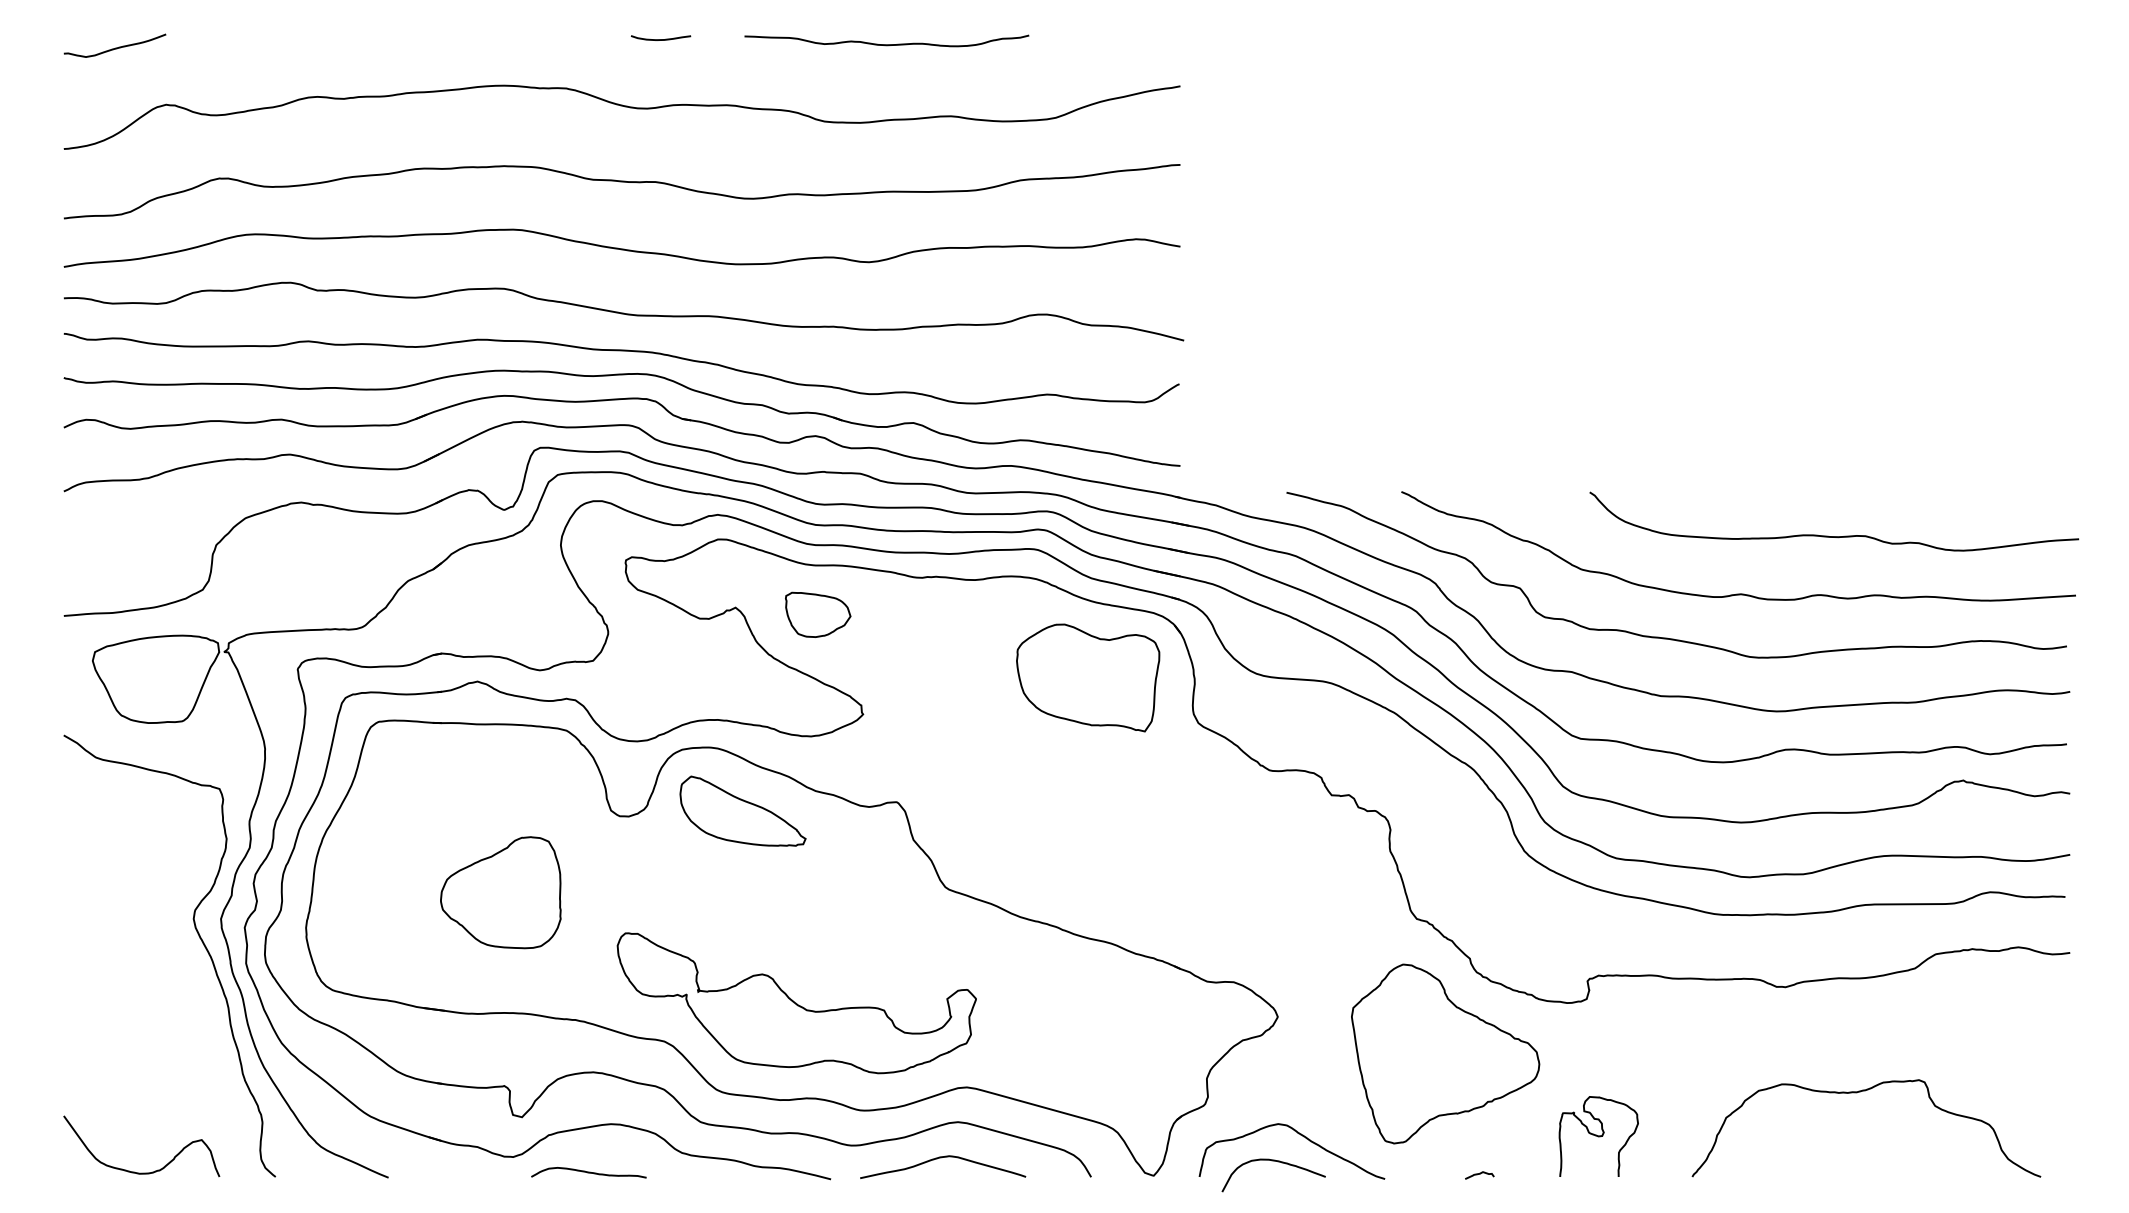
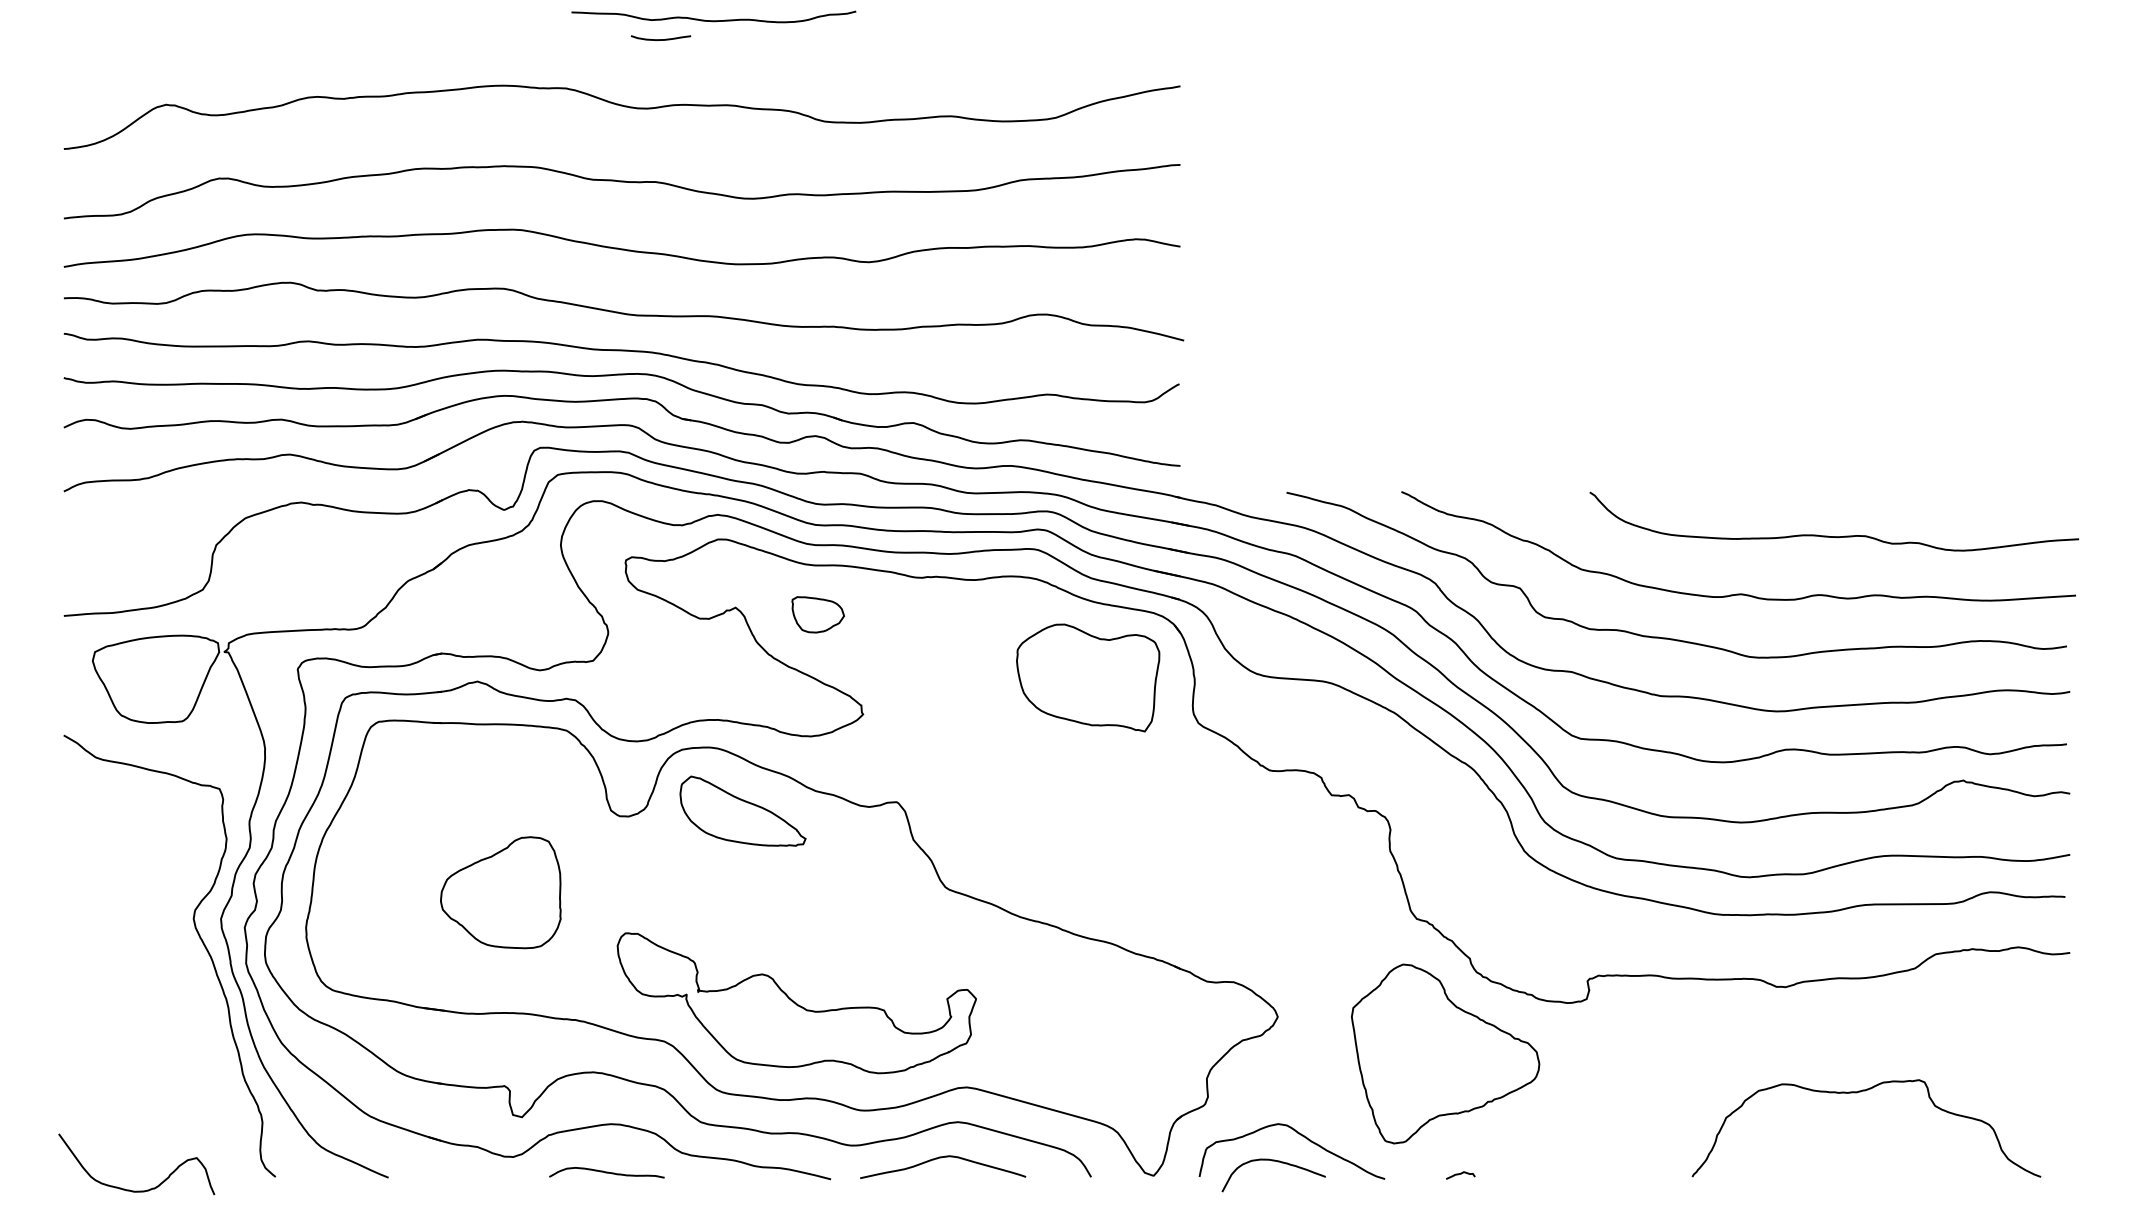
curve at (886, 44) position: (886, 44) -> (713, 20)
curve at (115, 47): present -> none
part at (818, 614) size: 67x47 px -> 54x38 px
curve at (1598, 1136): present -> none
curve at (134, 1171) position: (134, 1171) -> (129, 1189)
curve at (588, 1172) position: (588, 1172) -> (606, 1172)
curve at (1479, 1174) position: (1479, 1174) -> (1460, 1174)
